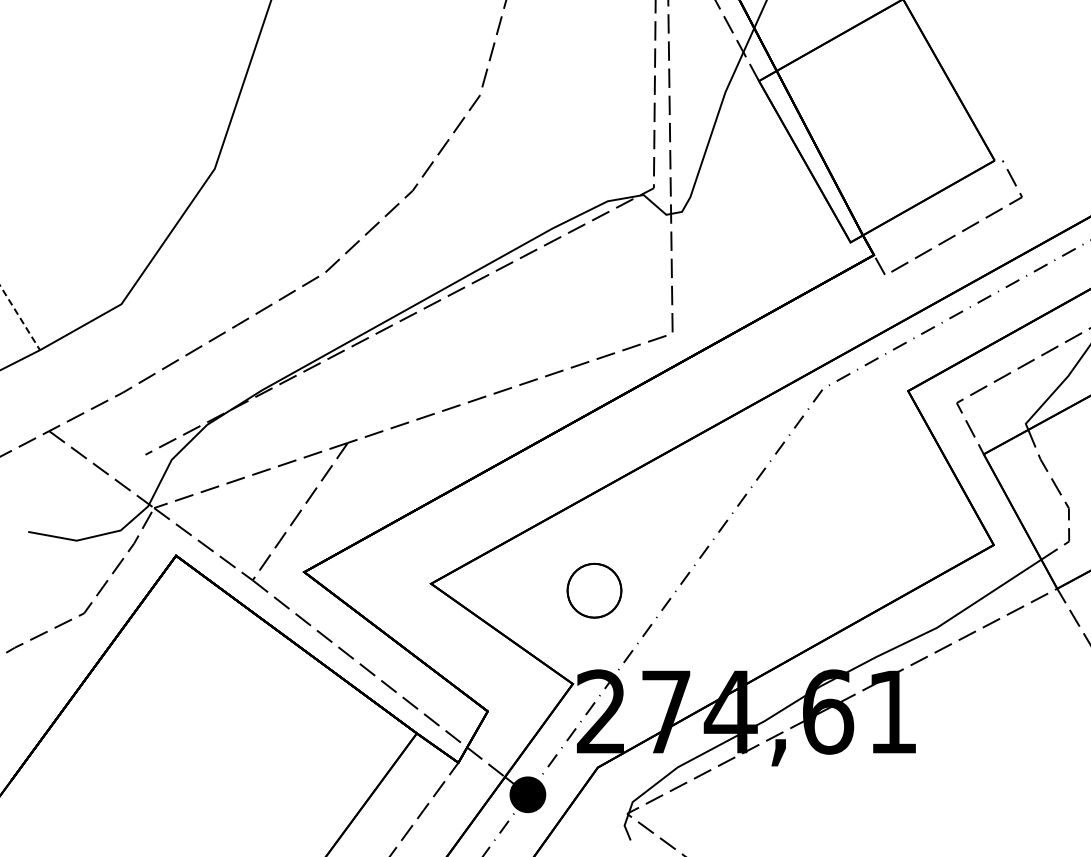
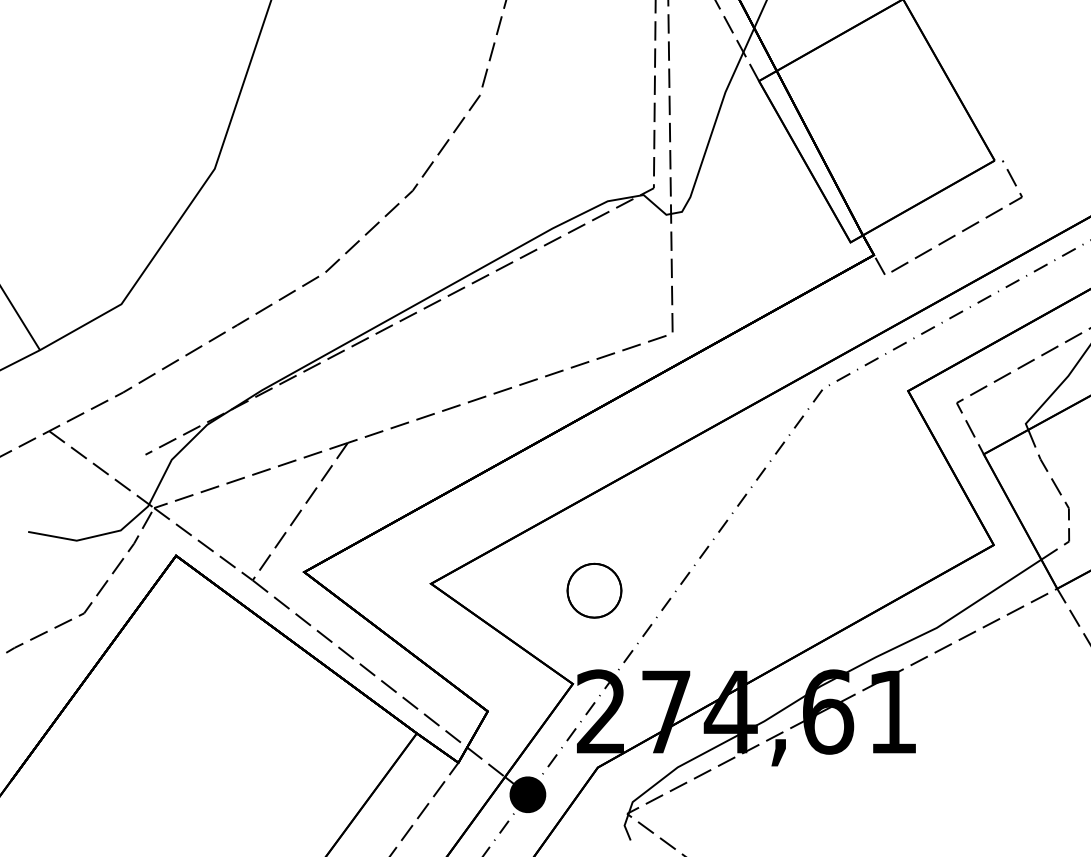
line at (20, 317): dashed -> solid
